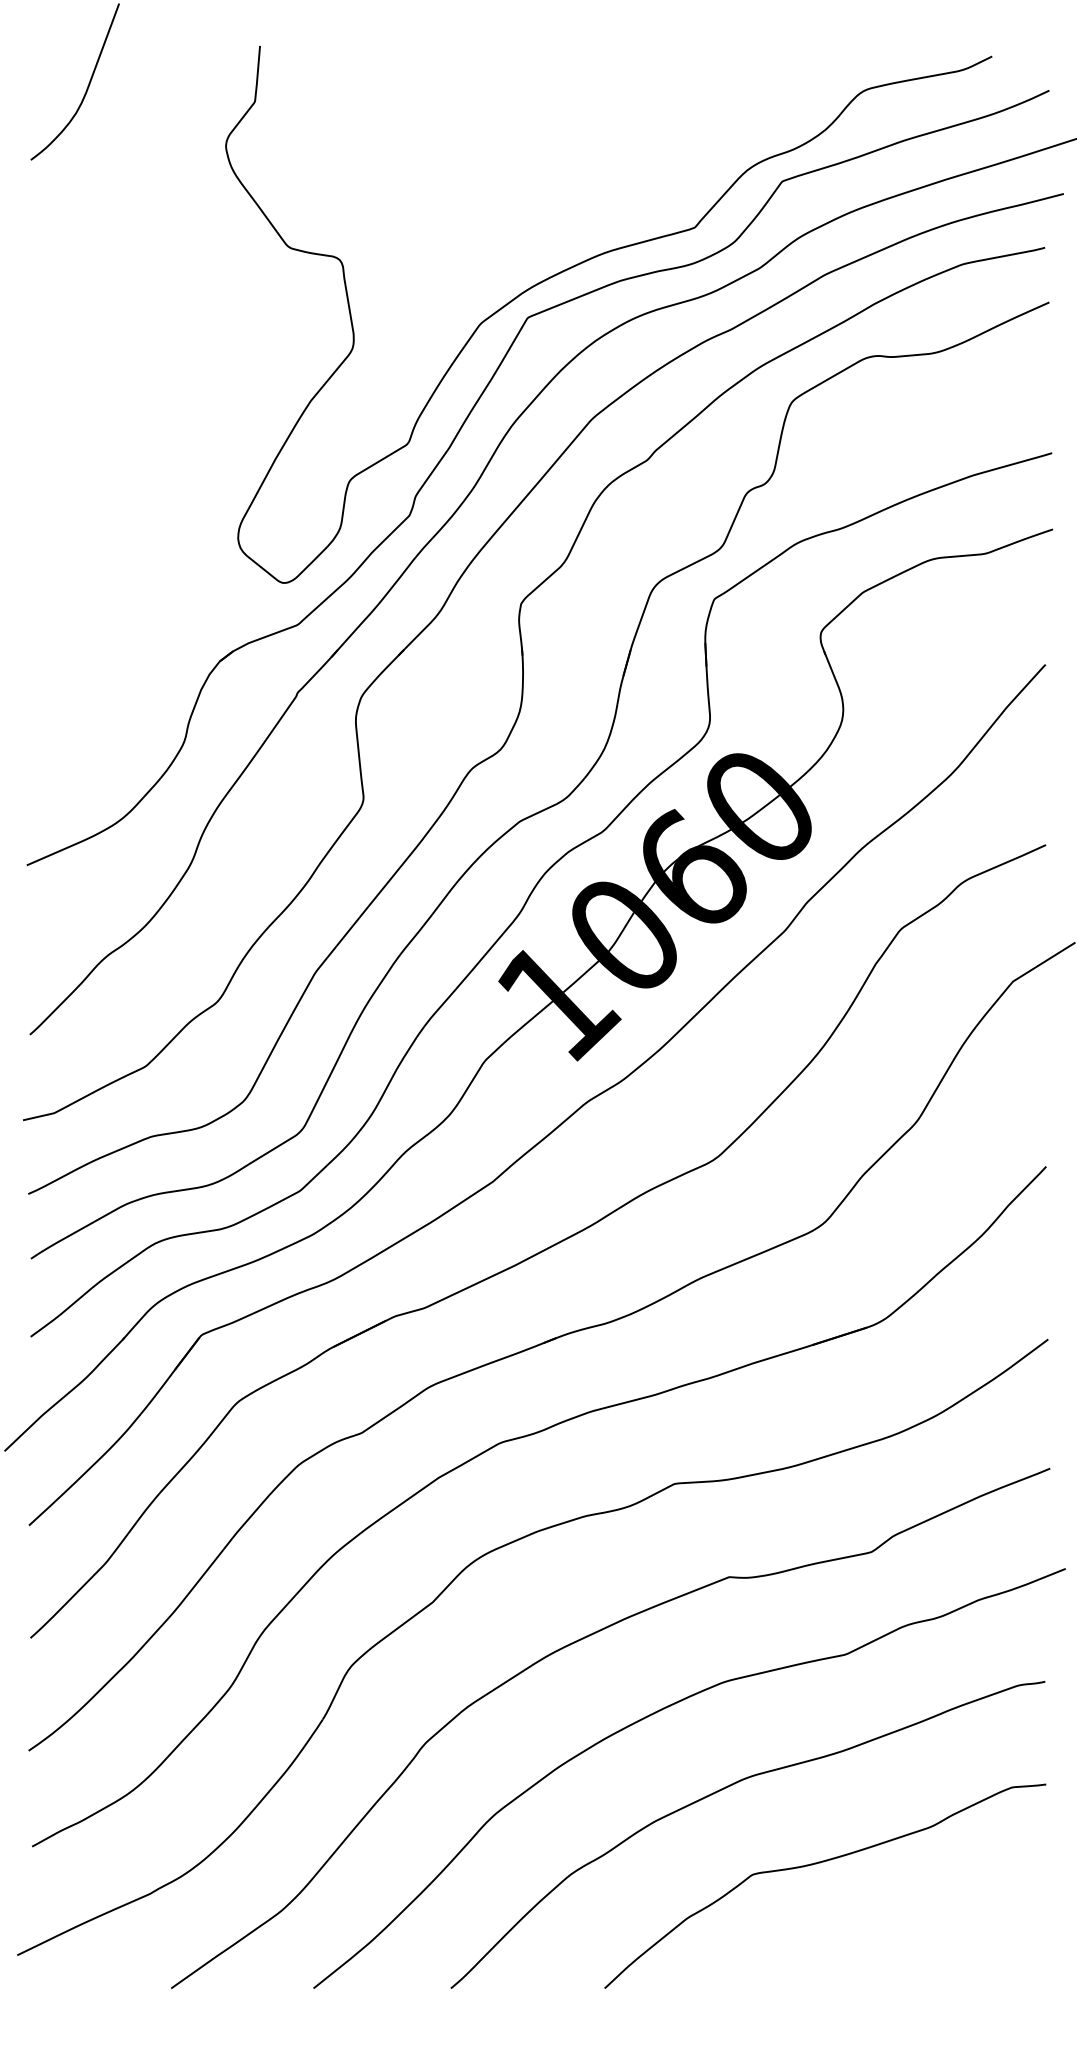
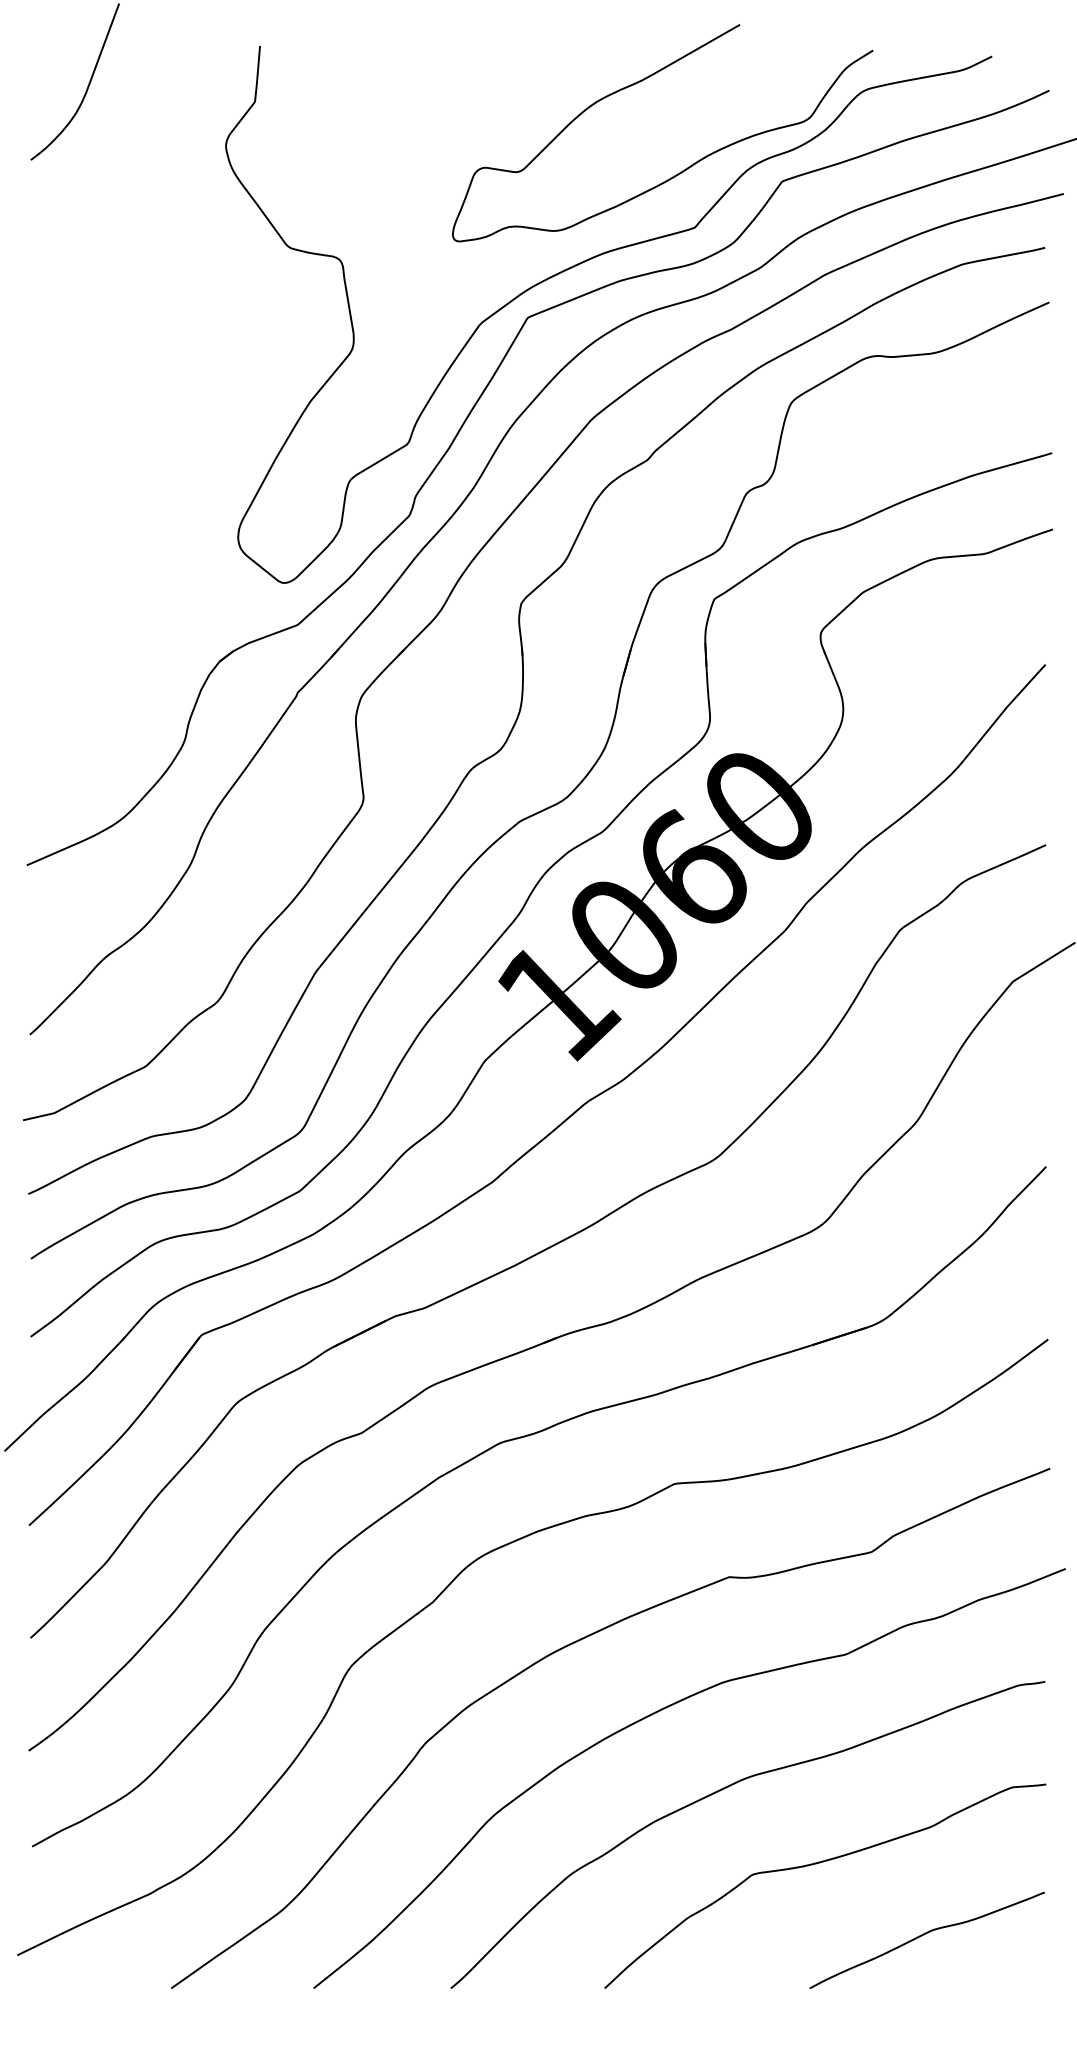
curve at (685, 168): none -> present
curve at (924, 1935): none -> present
